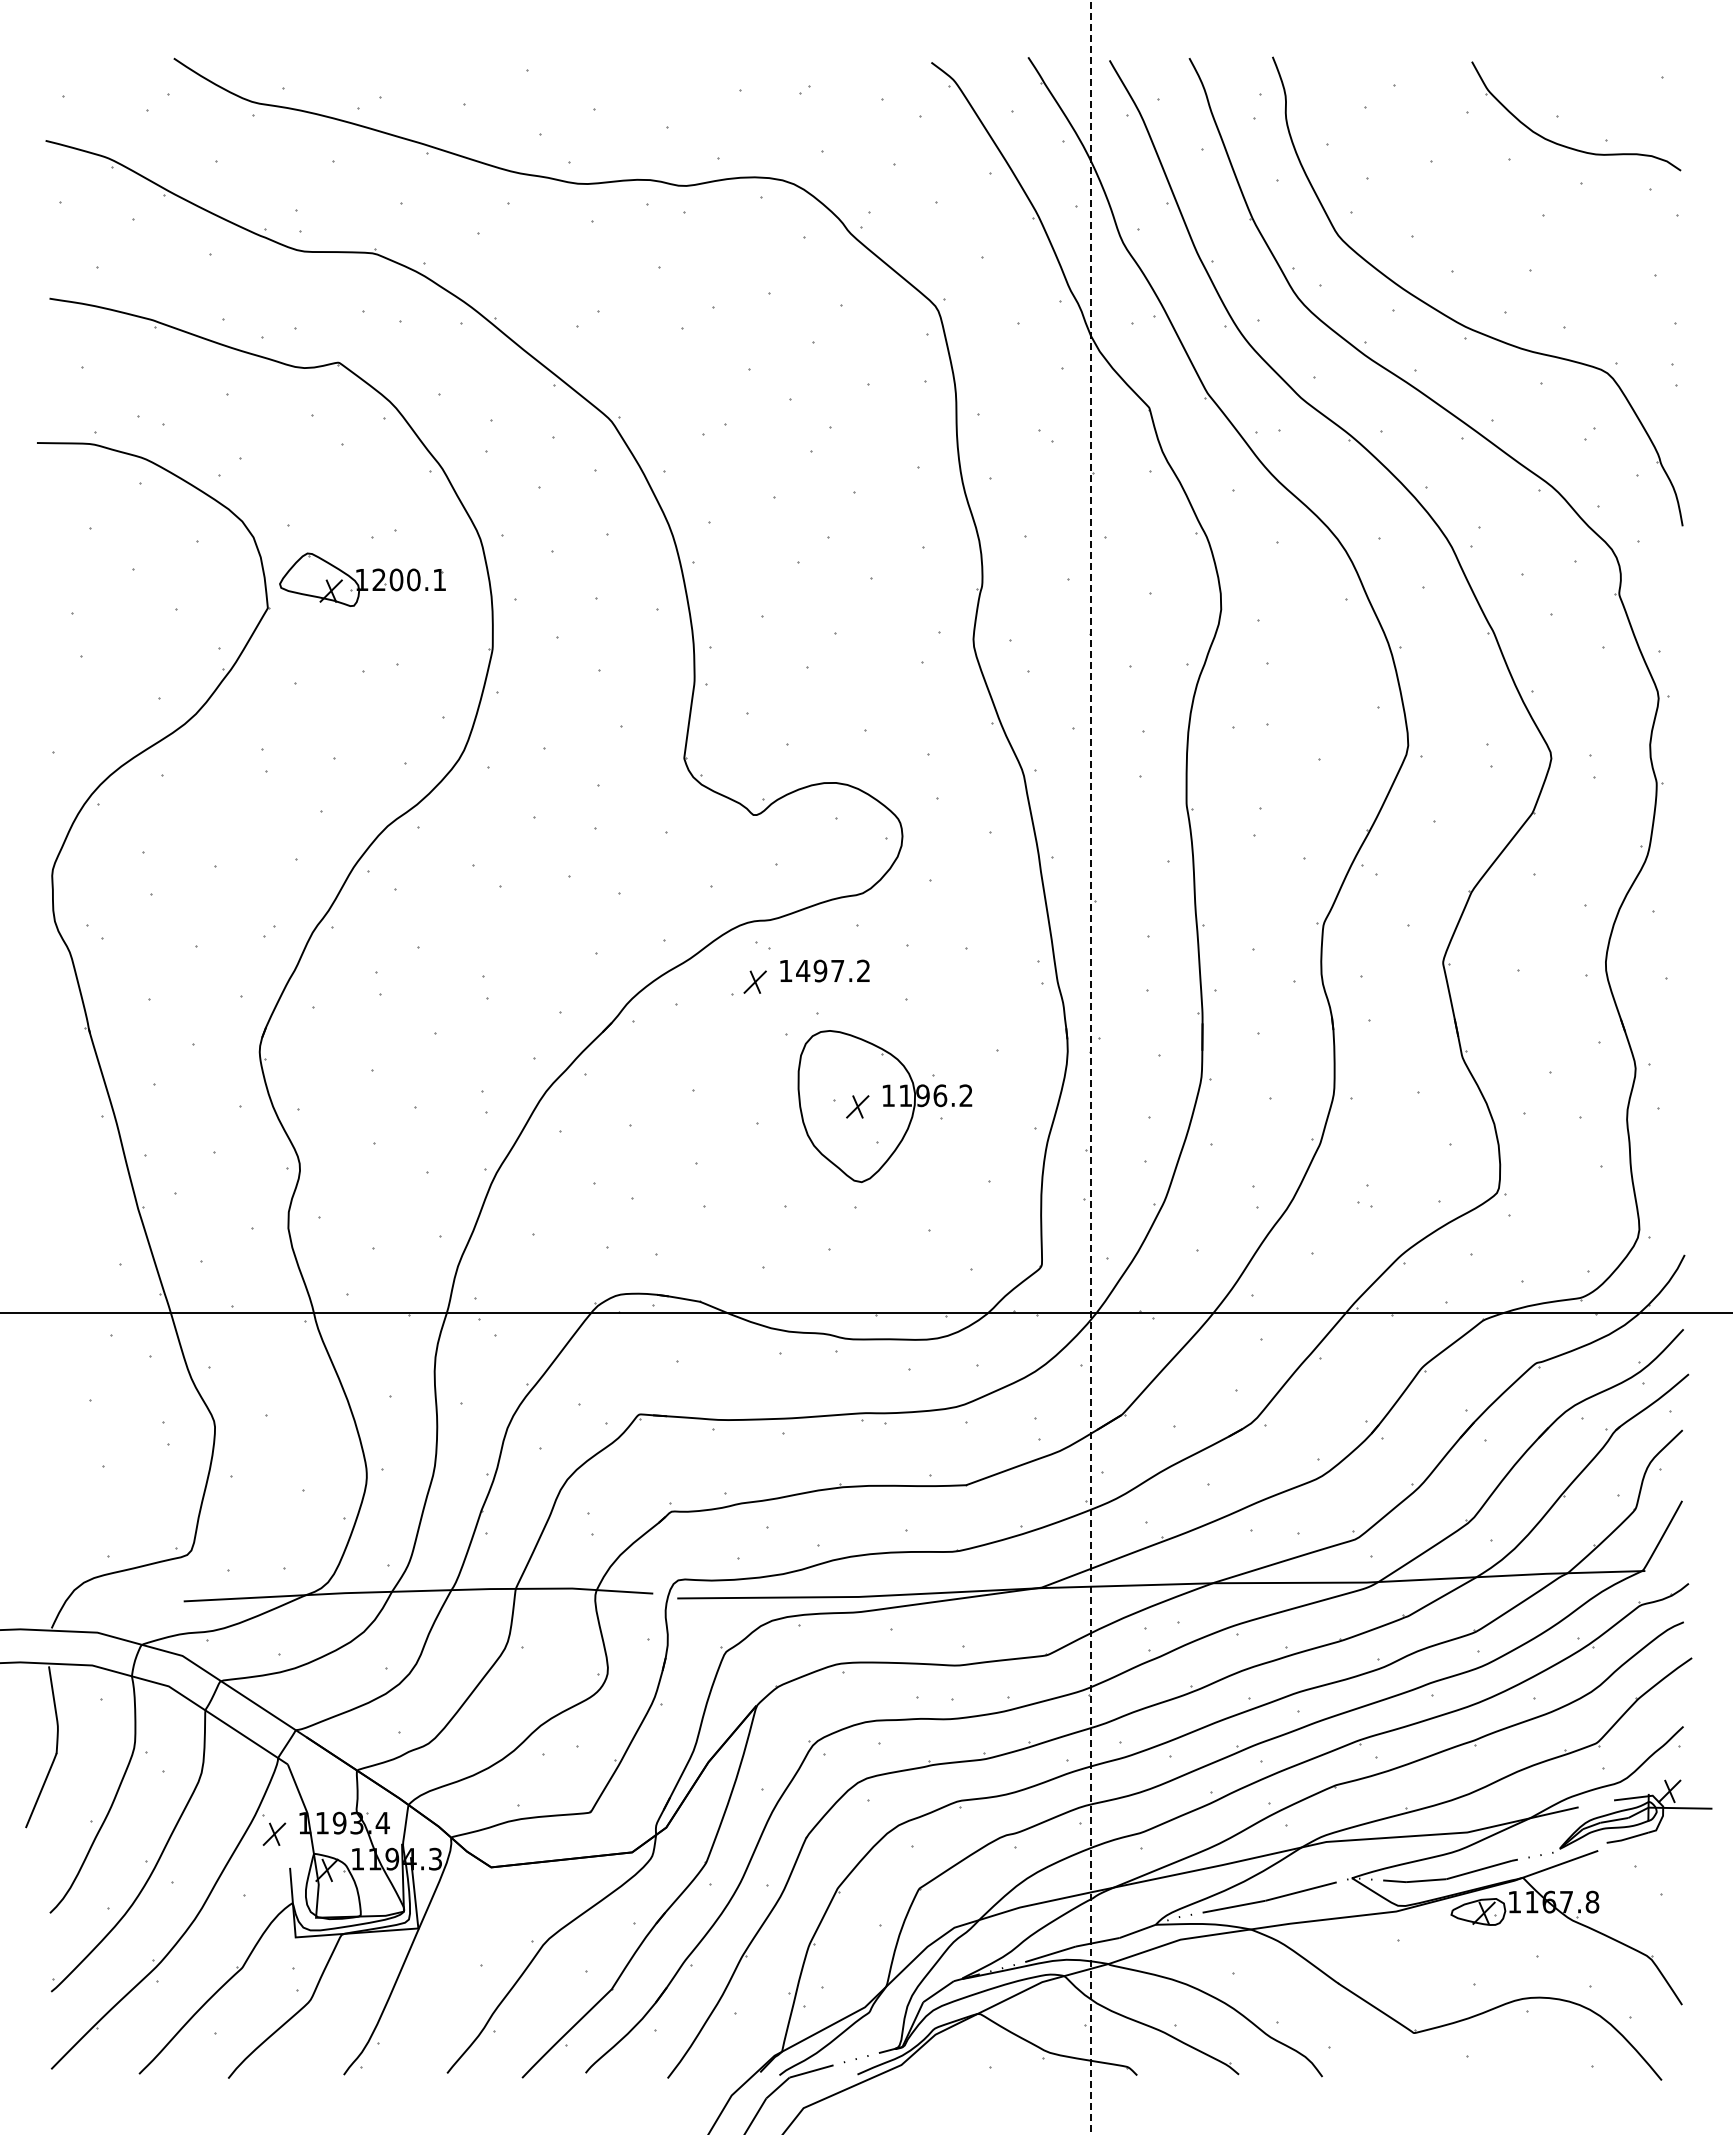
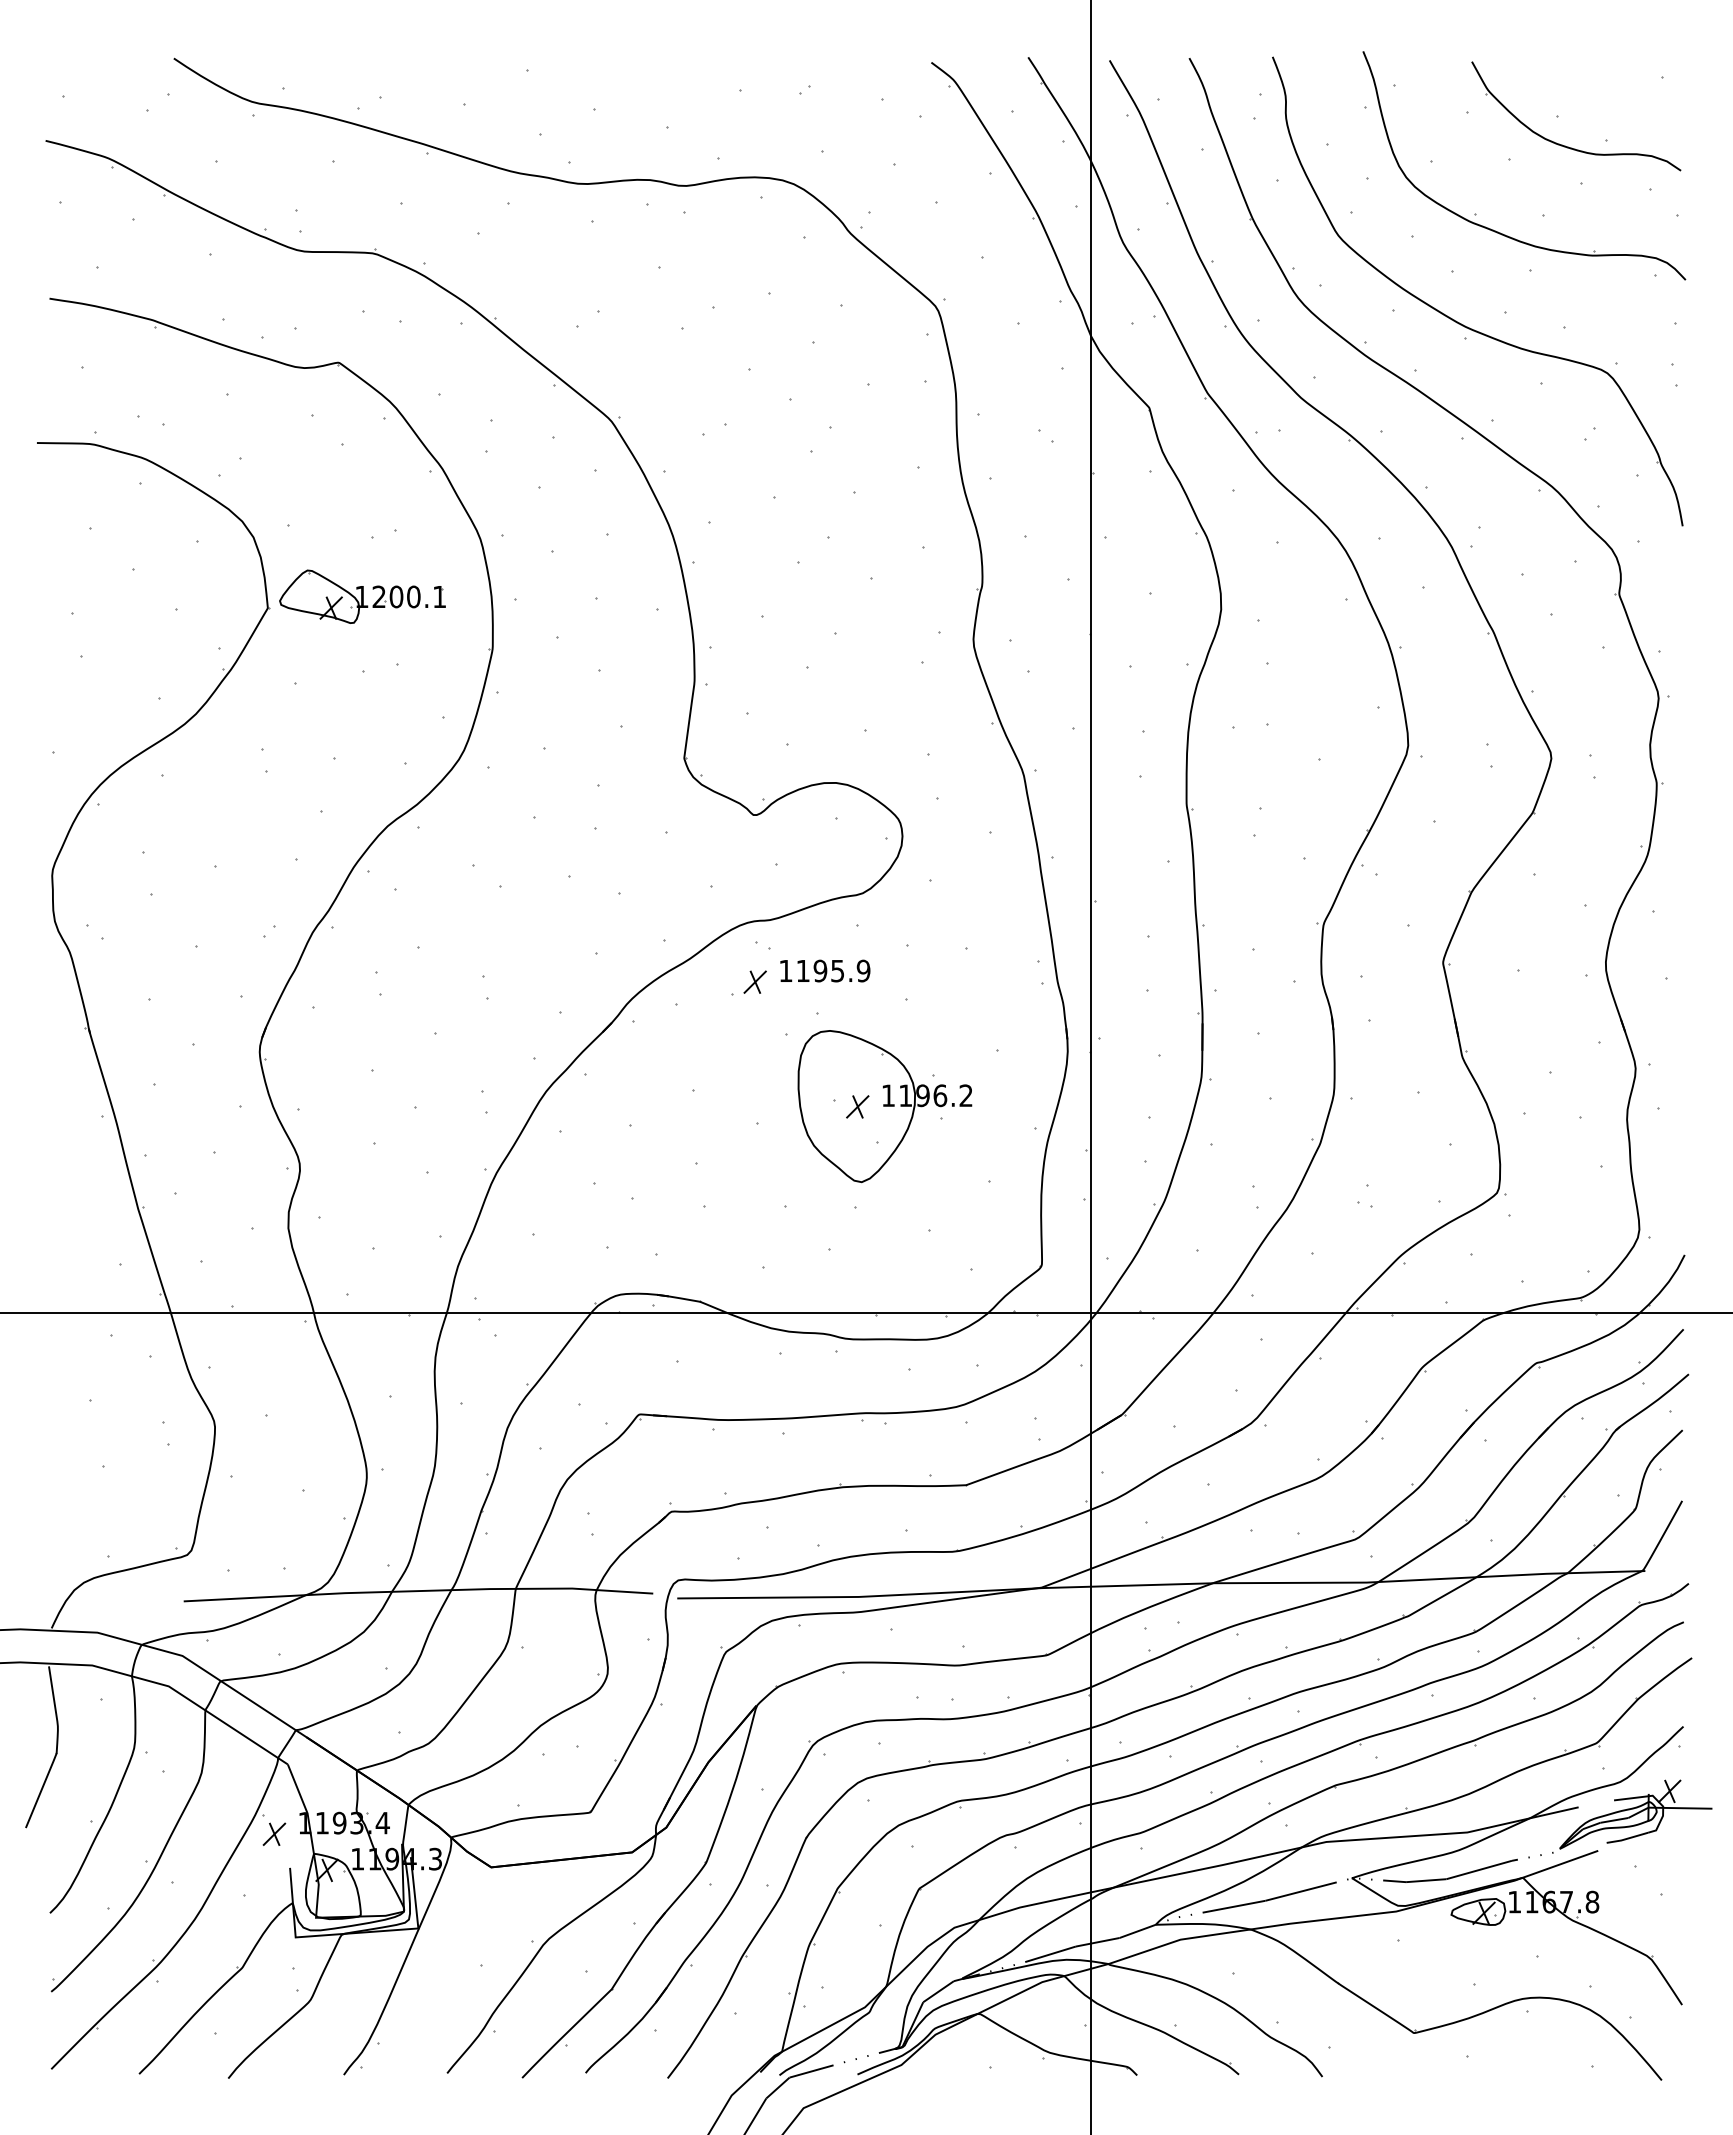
part at (1475, 213): none -> present
part at (362, 579) position: (362, 579) -> (362, 596)
text at (833, 970): 1497.2 -> 1195.9
line at (1090, 1067): dashed -> solid
